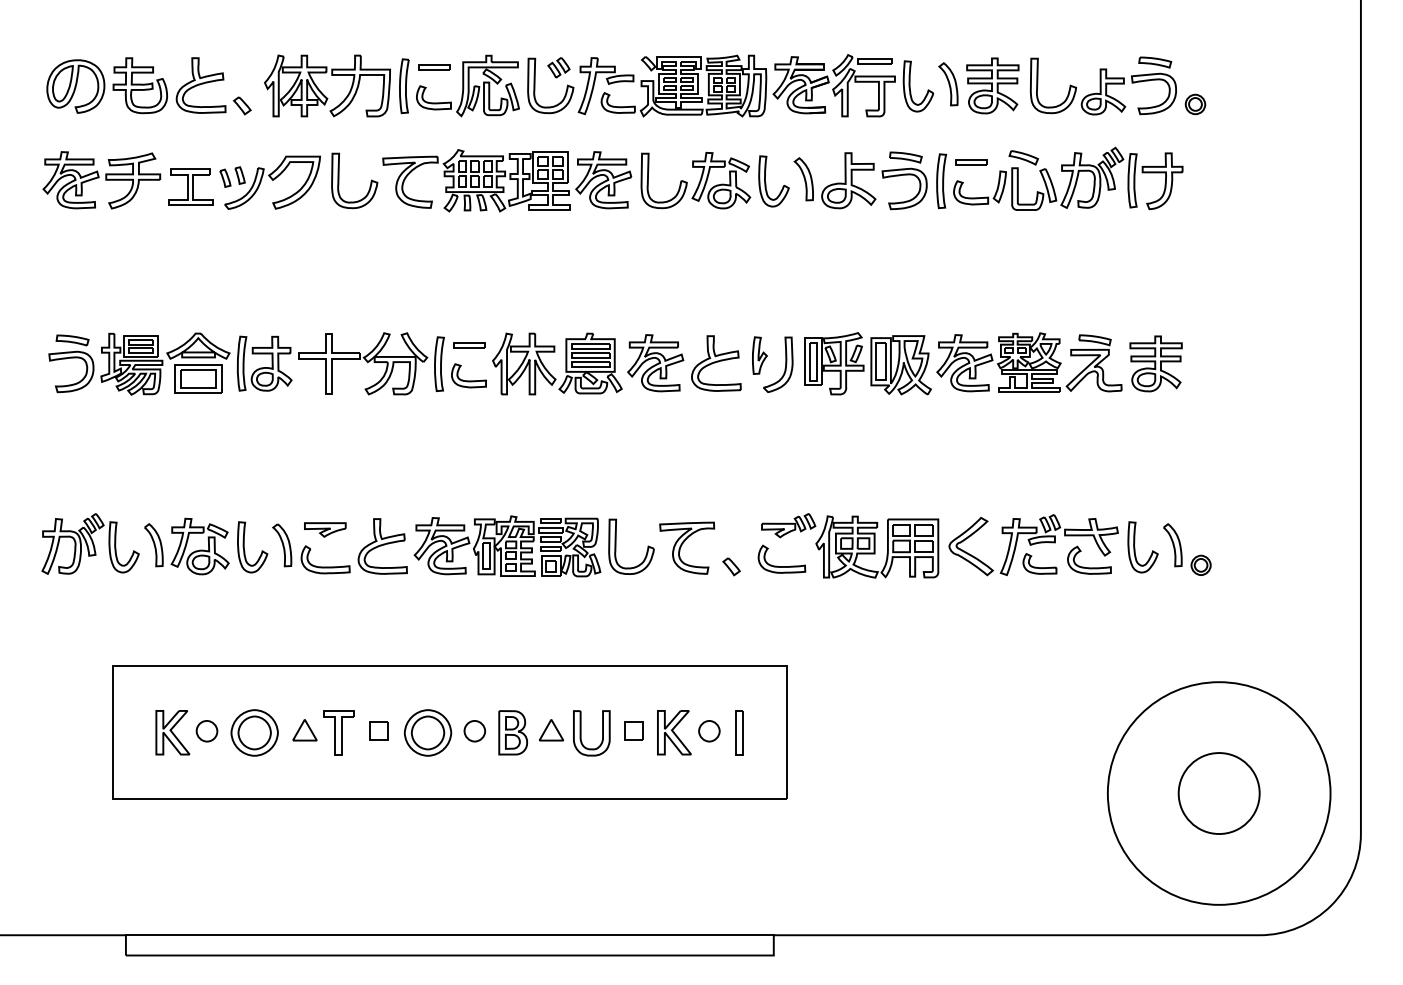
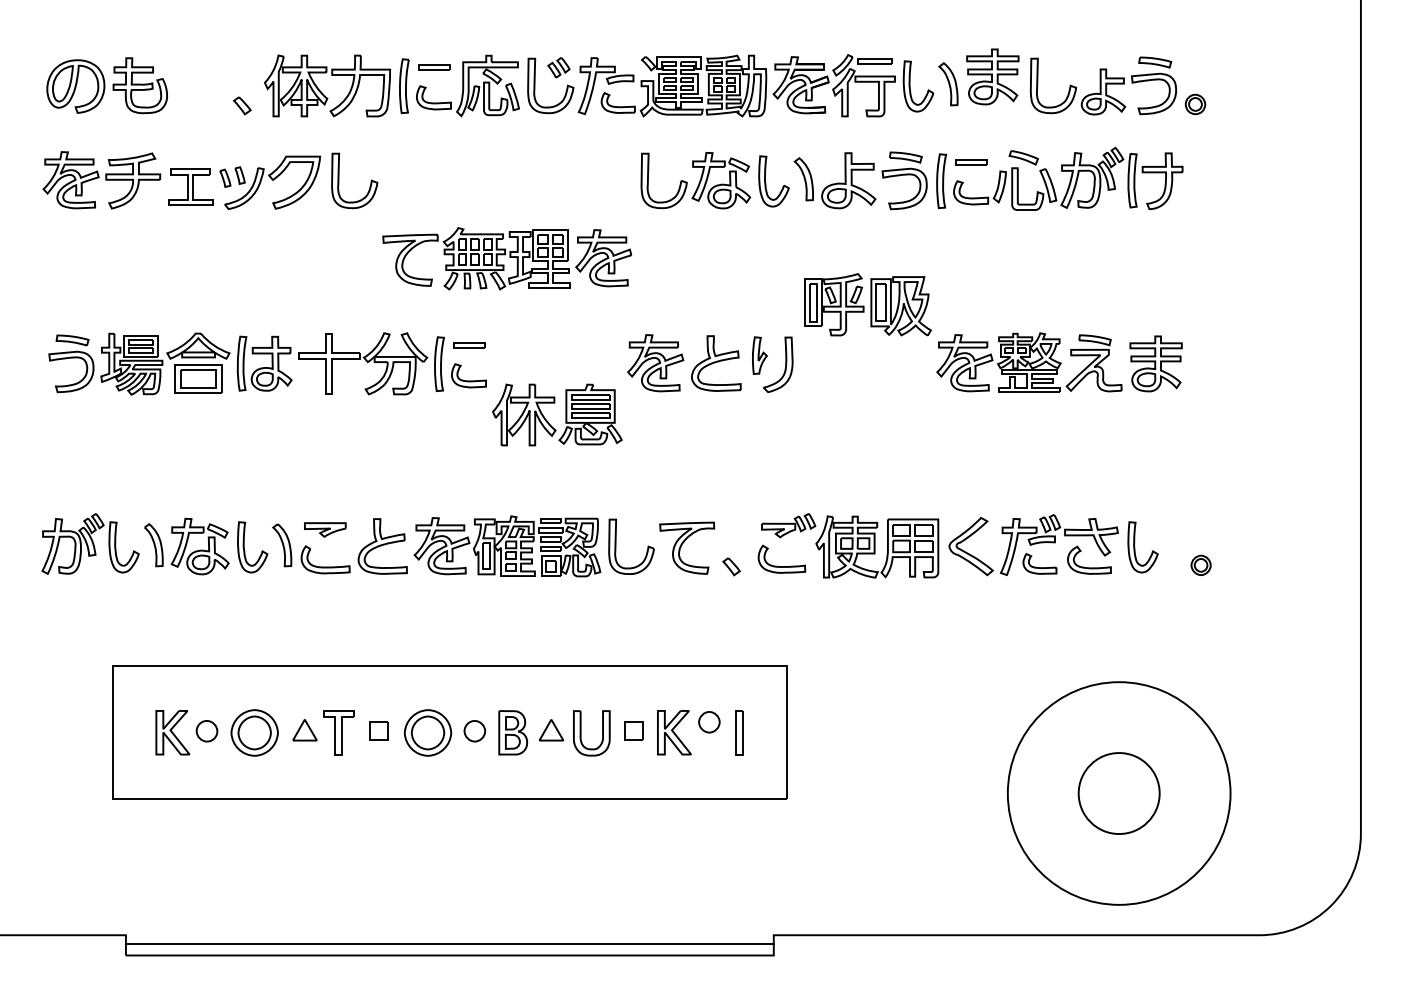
part at (200, 85): present -> none
part at (992, 85) position: (992, 85) -> (992, 76)
part at (507, 180) position: (507, 180) -> (507, 258)
part at (565, 363) position: (565, 363) -> (565, 414)
part at (867, 363) position: (867, 363) -> (867, 304)
part at (1172, 545): present -> none
part at (709, 731) position: (709, 731) -> (709, 722)
part at (1219, 793) position: (1219, 793) -> (1119, 793)
line at (449, 935) position: (449, 935) -> (449, 944)
